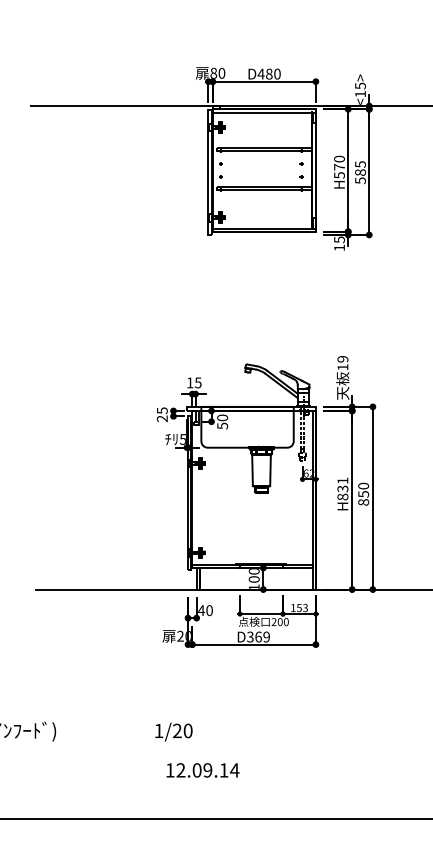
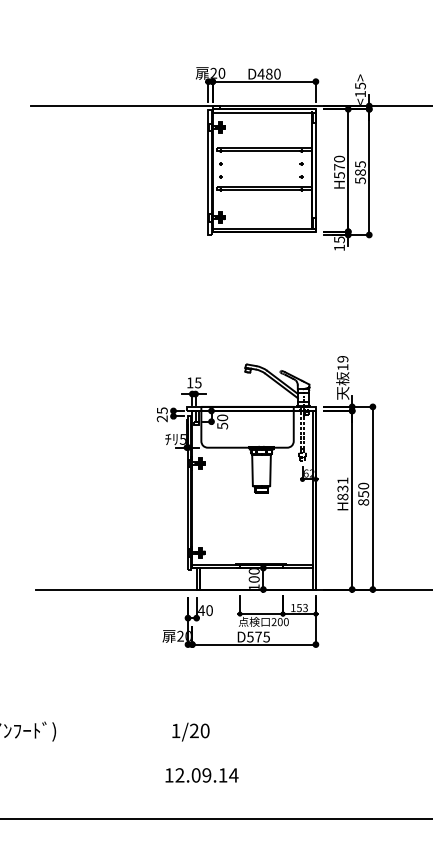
text at (213, 73): 80 -> 20
text at (258, 636): D369 -> D575
text at (173, 731) position: (173, 731) -> (190, 731)
text at (202, 770) position: (202, 770) -> (201, 775)
